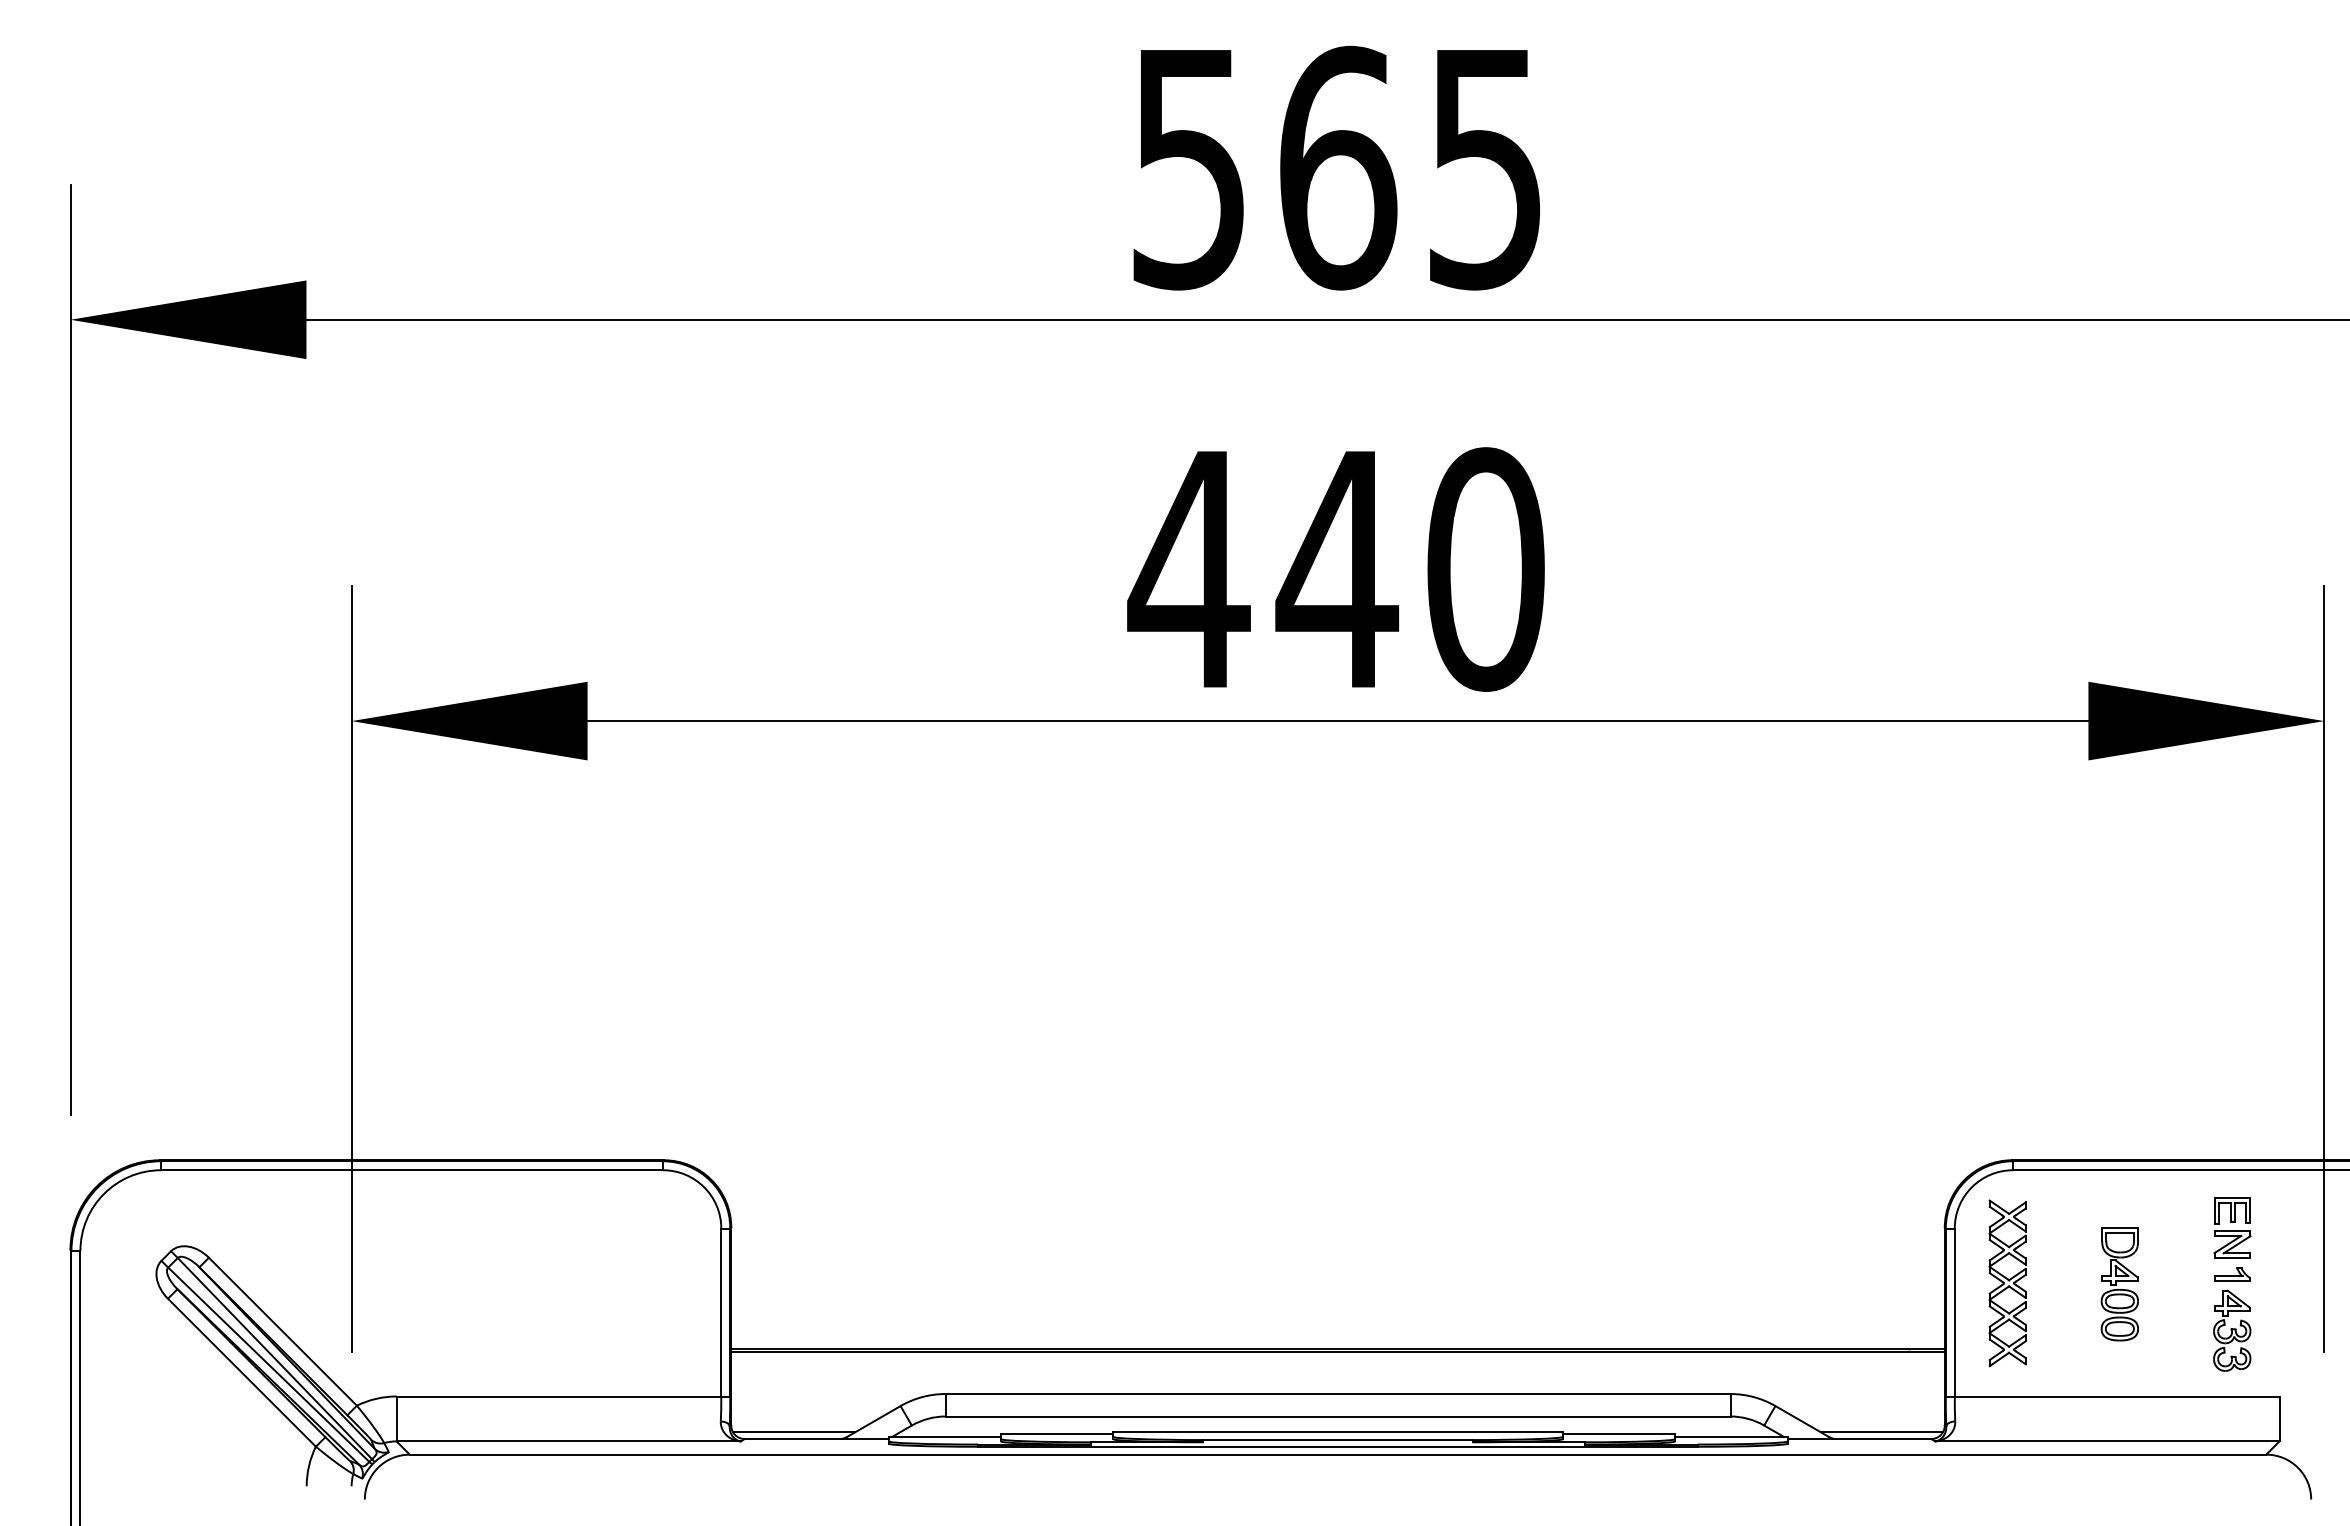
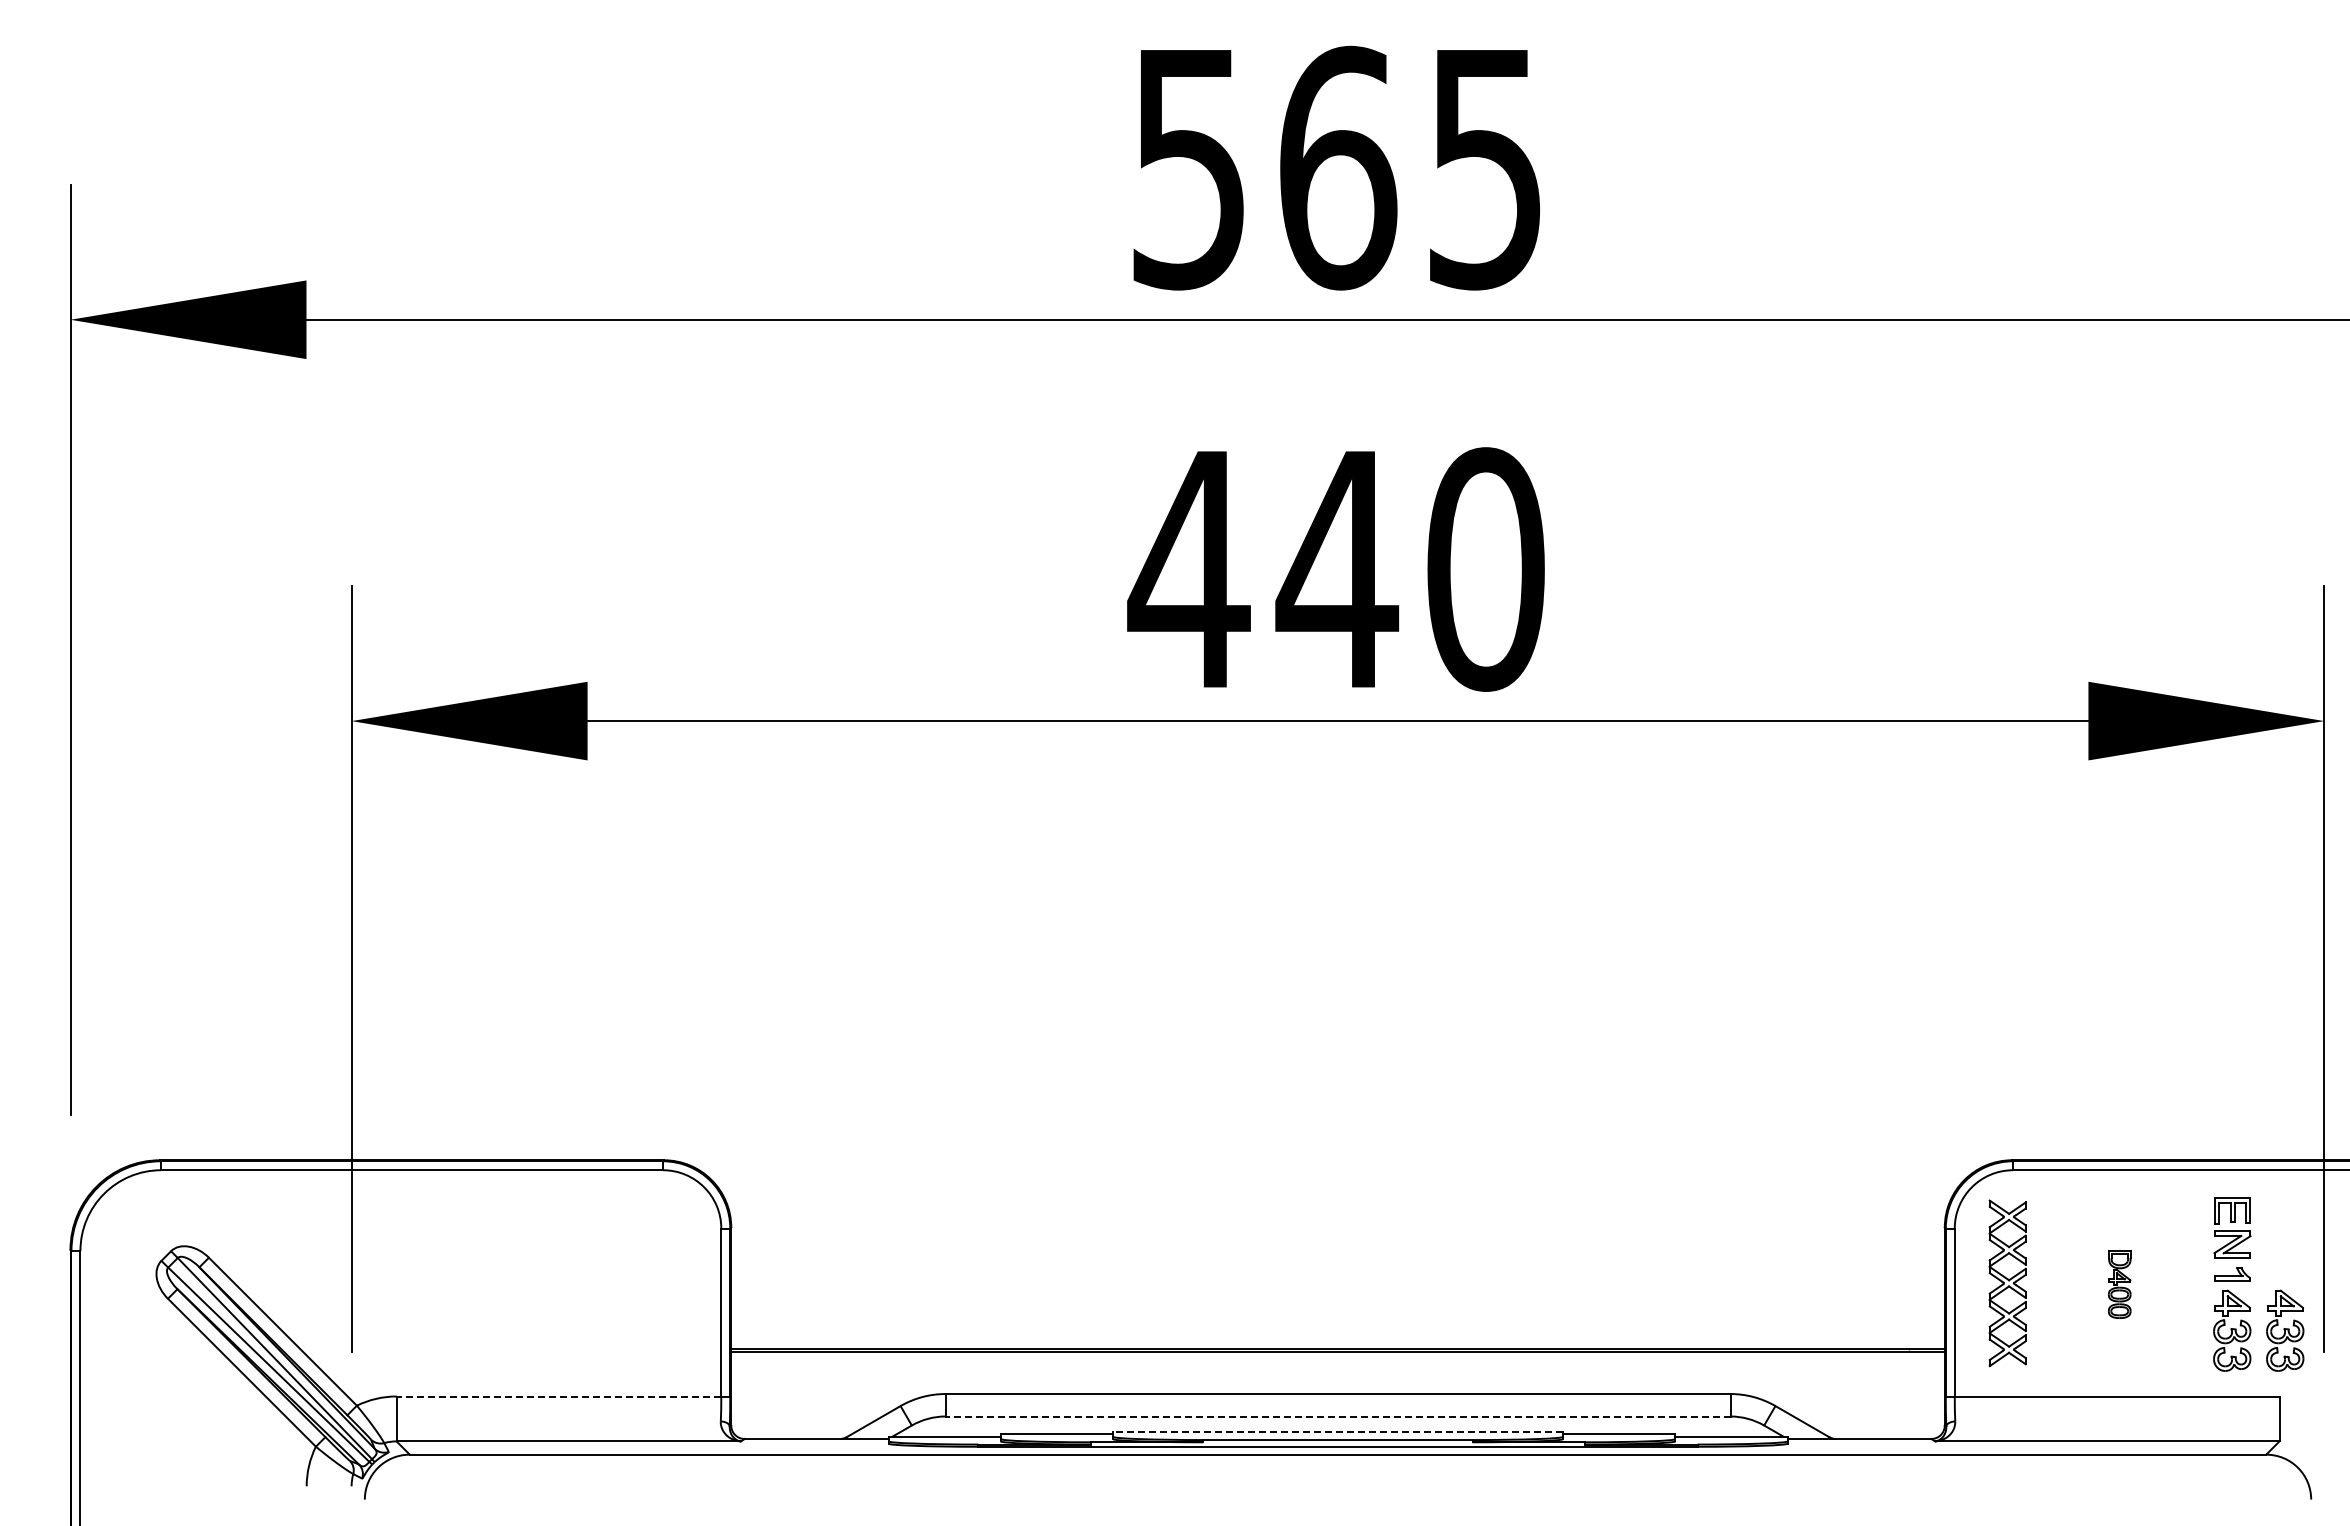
part at (2119, 1284) size: 39x115 px -> 25x69 px
part at (2285, 1330): none -> present
line at (558, 1396): solid -> dashed
line at (1337, 1416): solid -> dashed
line at (793, 1432): present -> none
line at (1338, 1432): solid -> dashed
line at (1881, 1432): present -> none
